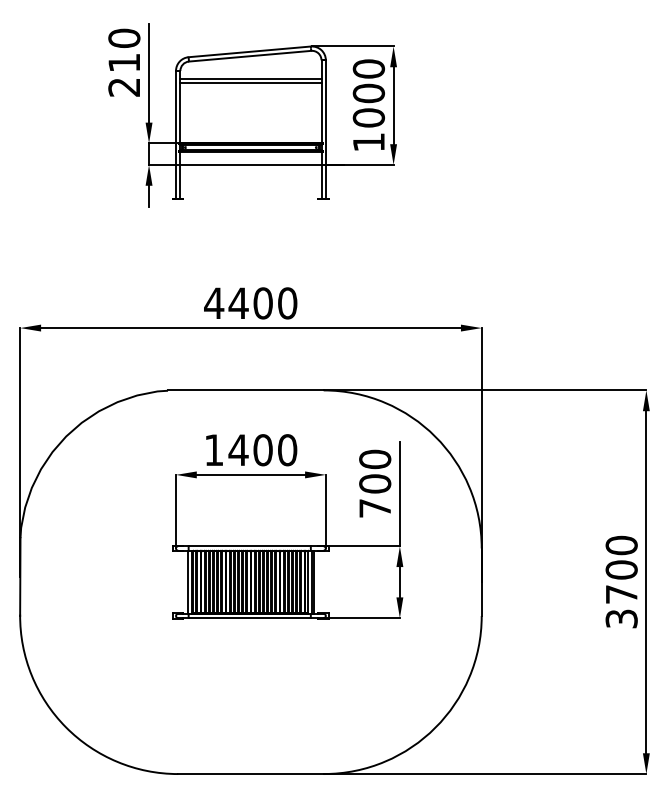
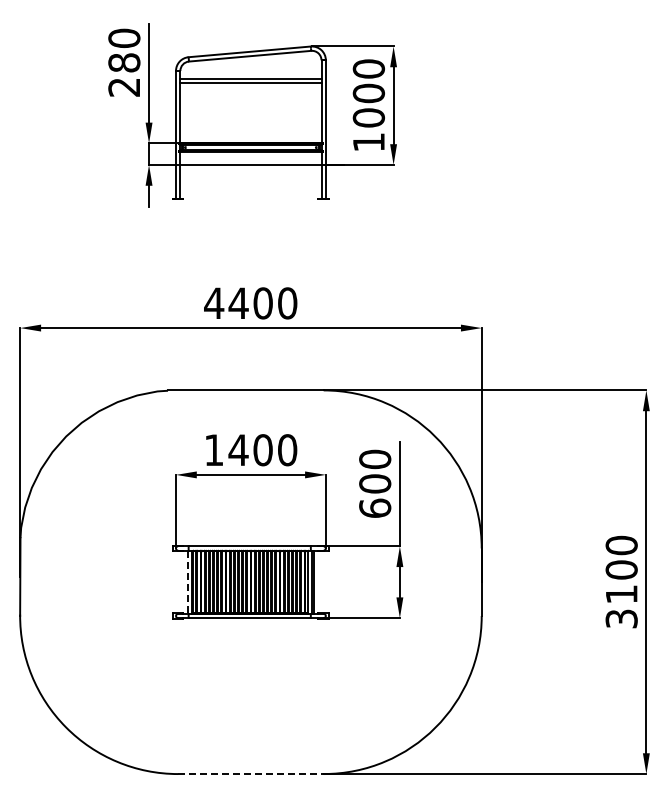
text at (124, 62): 210 -> 280
text at (375, 507): 700 -> 600
line at (187, 582): solid -> dashed
text at (621, 594): 3700 -> 3100
line at (250, 774): solid -> dashed
